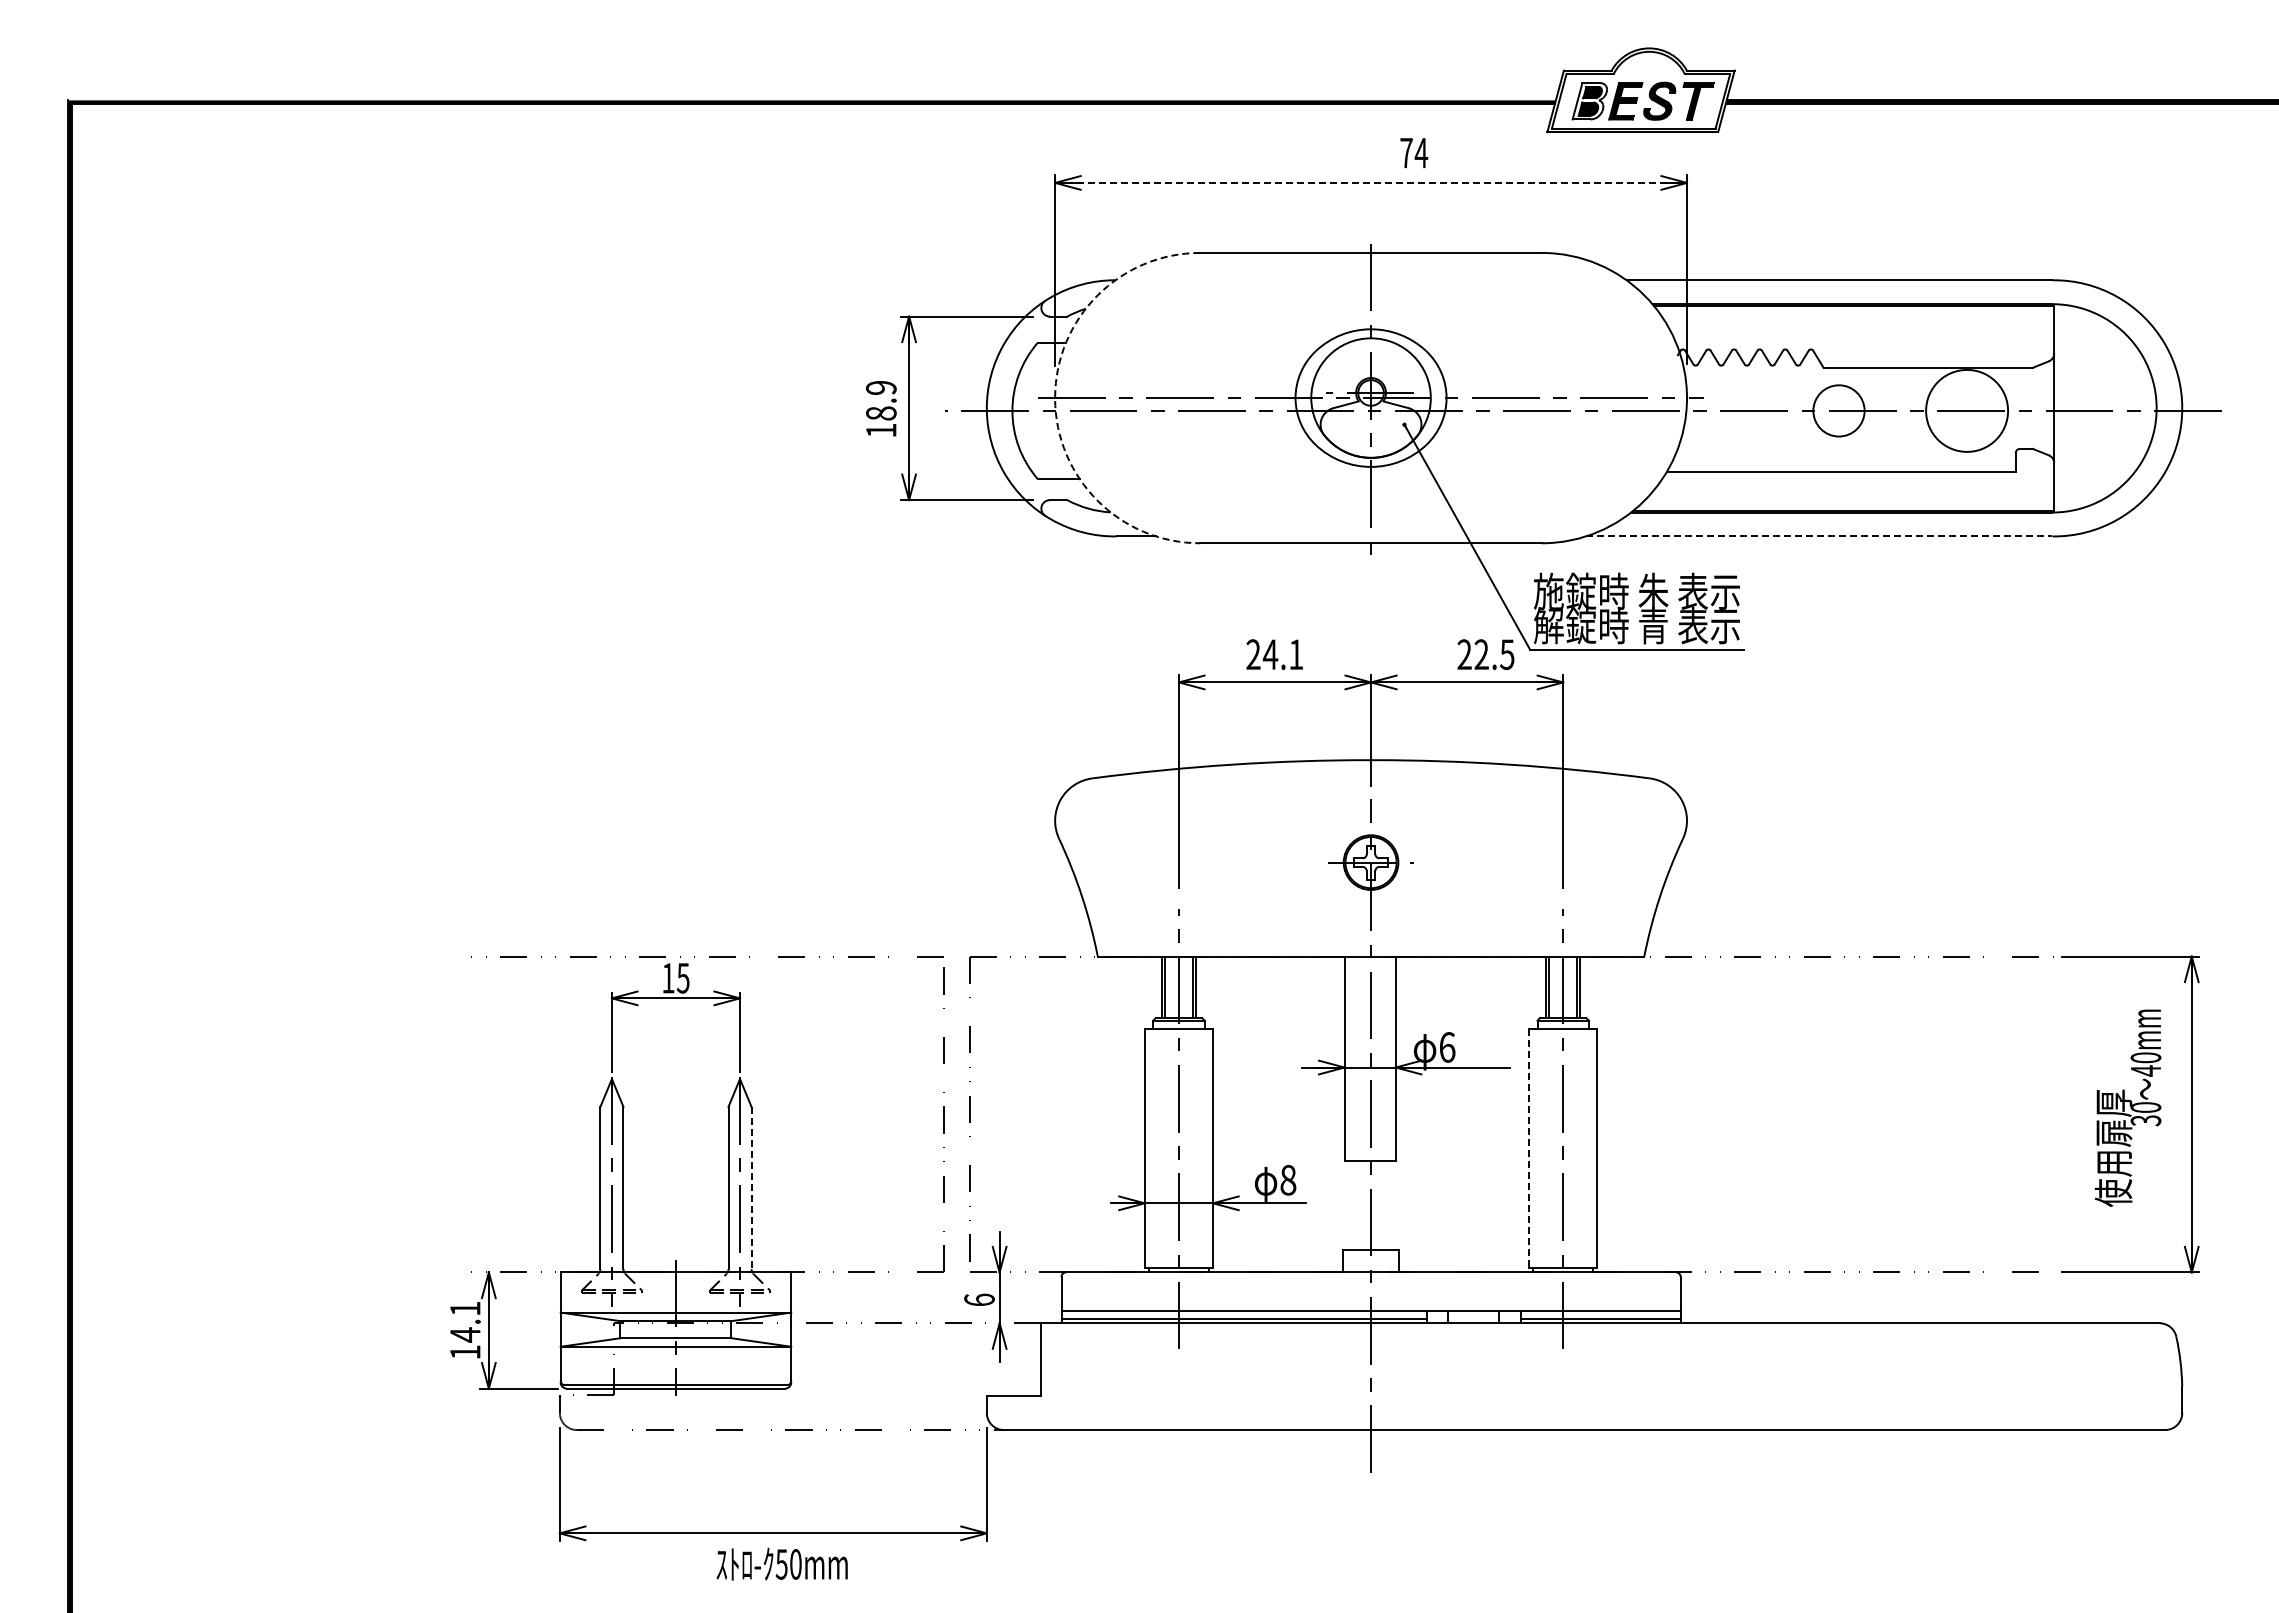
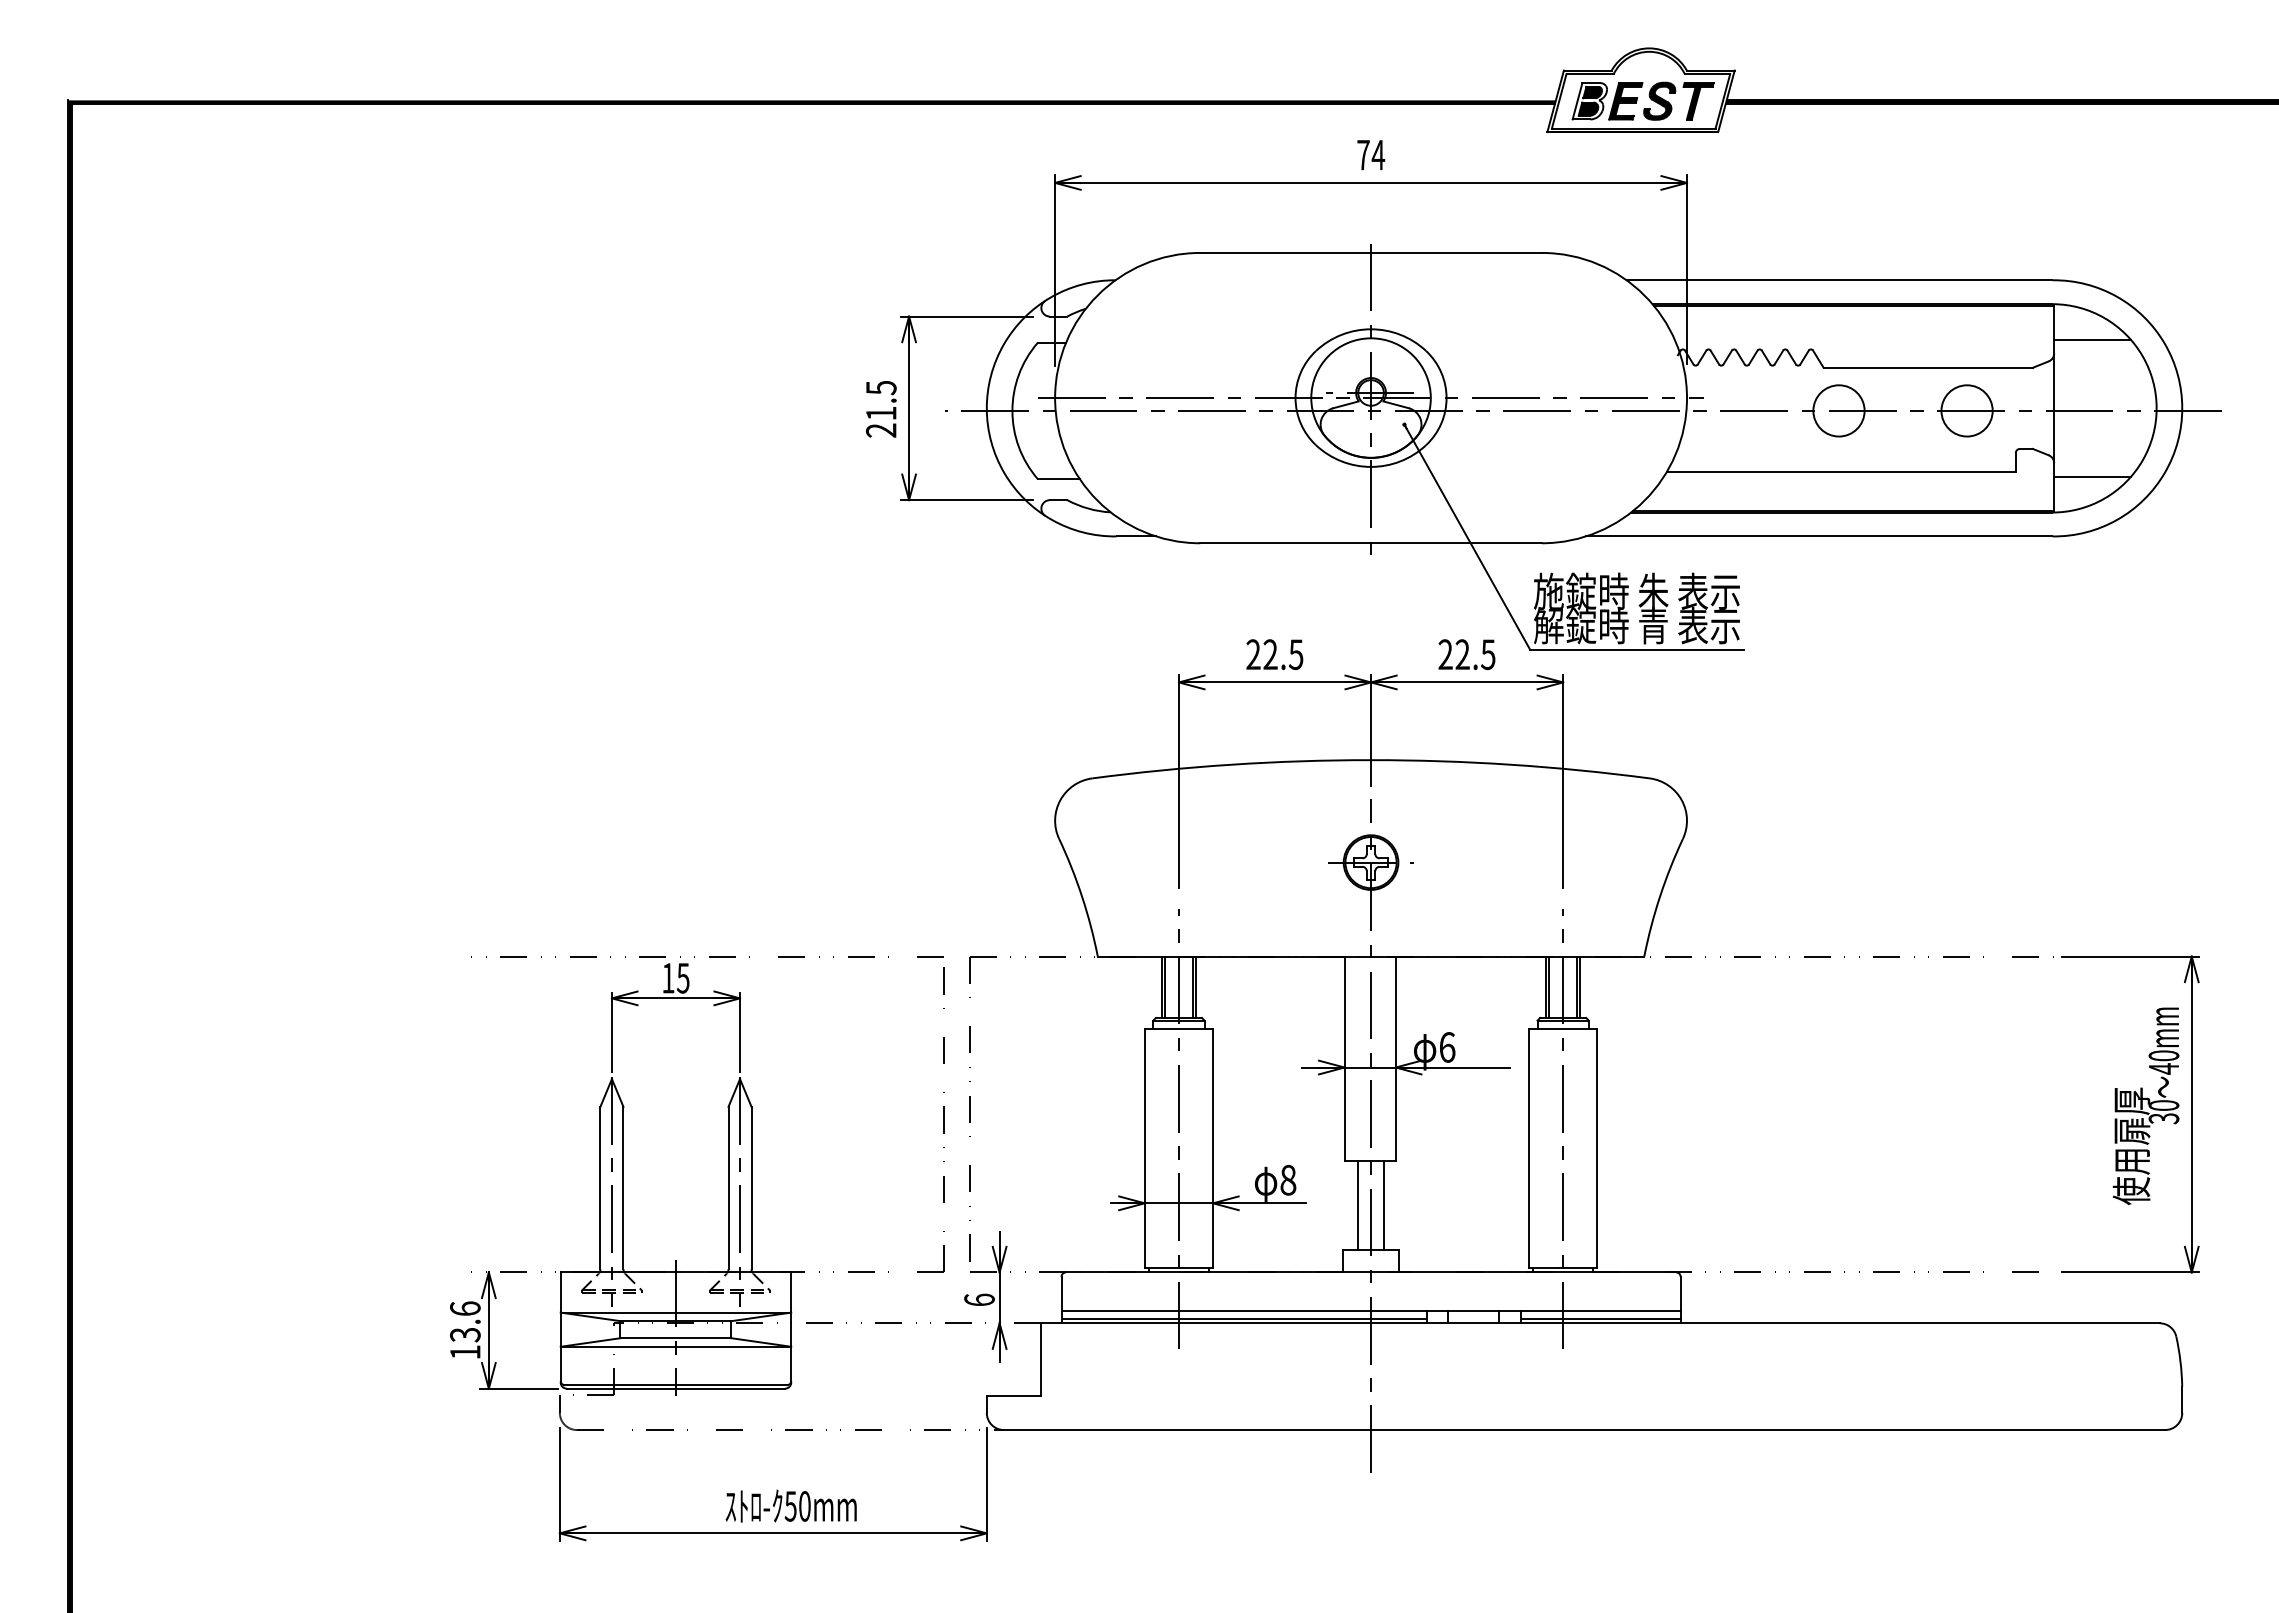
text at (1414, 152) position: (1414, 152) -> (1371, 154)
line at (1371, 182): dashed -> solid
line at (2092, 340): none -> present
arc at (1055, 398): dashed -> solid
text at (880, 409): 18.9 -> 21.5
circle at (1967, 410) diameter: 82 px -> 51 px
line at (2092, 476): none -> present
line at (1819, 536): dashed -> solid
text at (1282, 654): 24.1 -> 22.5
text at (1485, 654) position: (1485, 654) -> (1466, 654)
text at (2127, 1107) position: (2127, 1107) -> (2145, 1105)
line at (1529, 1148): dashed -> solid
line at (751, 1188): dashed -> solid
line at (1358, 1205): none -> present
line at (1383, 1205): none -> present
text at (465, 1321): 14.1 -> 13.6
text at (781, 1563) position: (781, 1563) -> (790, 1505)
